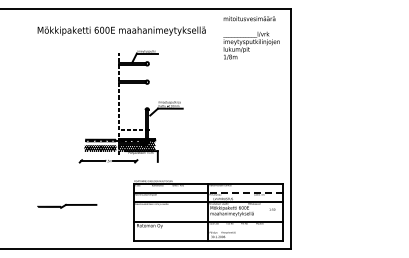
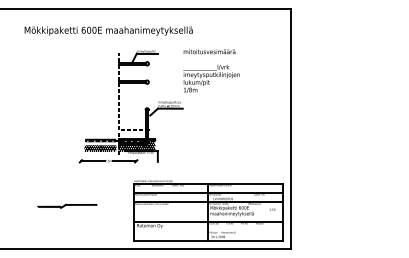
text at (121, 30) position: (121, 30) -> (108, 30)
text at (251, 37) position: (251, 37) -> (211, 70)
line at (245, 193): dashed -> solid
